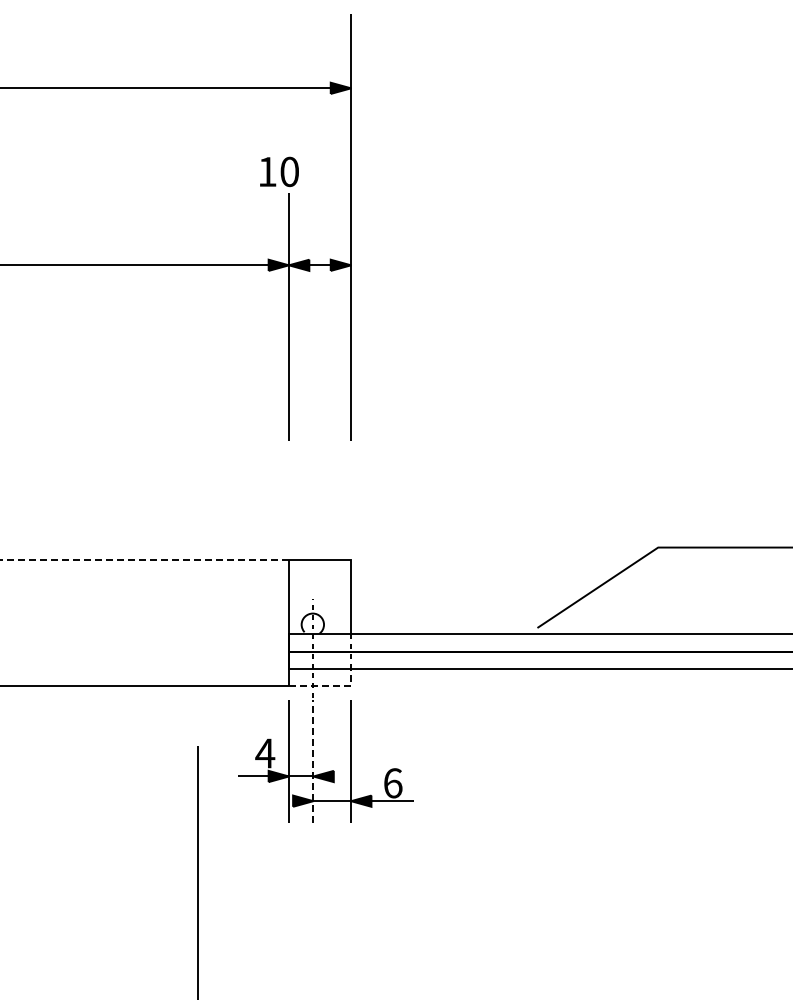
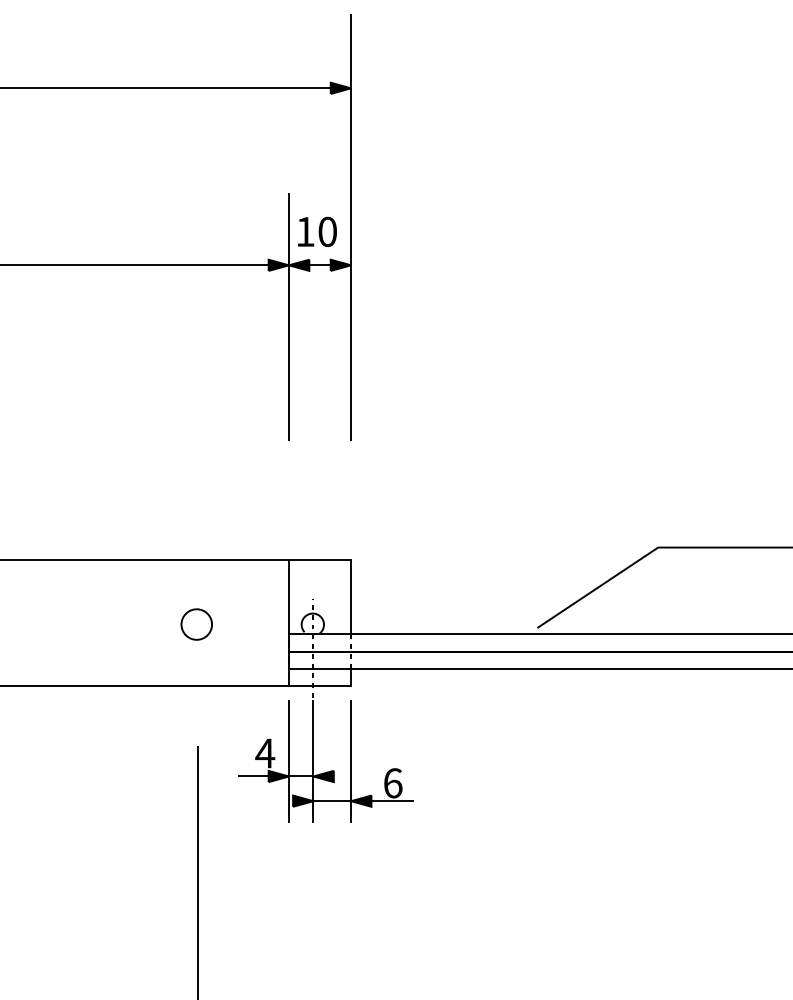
part at (279, 171) position: (279, 171) -> (317, 231)
line at (144, 560): dashed -> solid
part at (196, 624): none -> present
line at (331, 685): dashed -> solid
line at (313, 760): dashed -> solid
